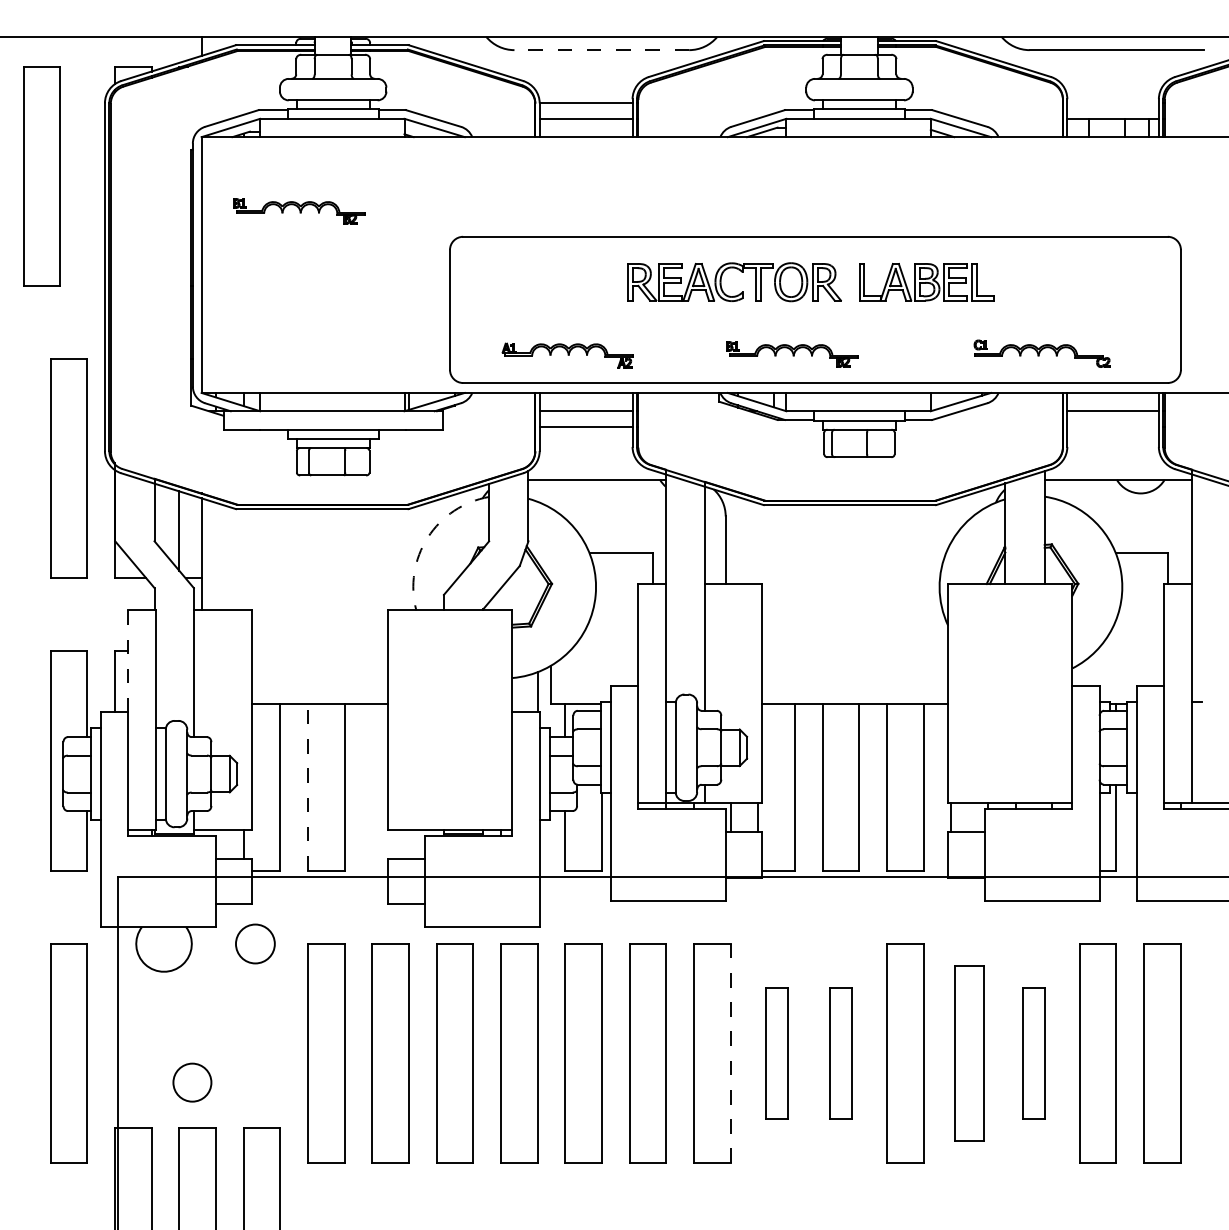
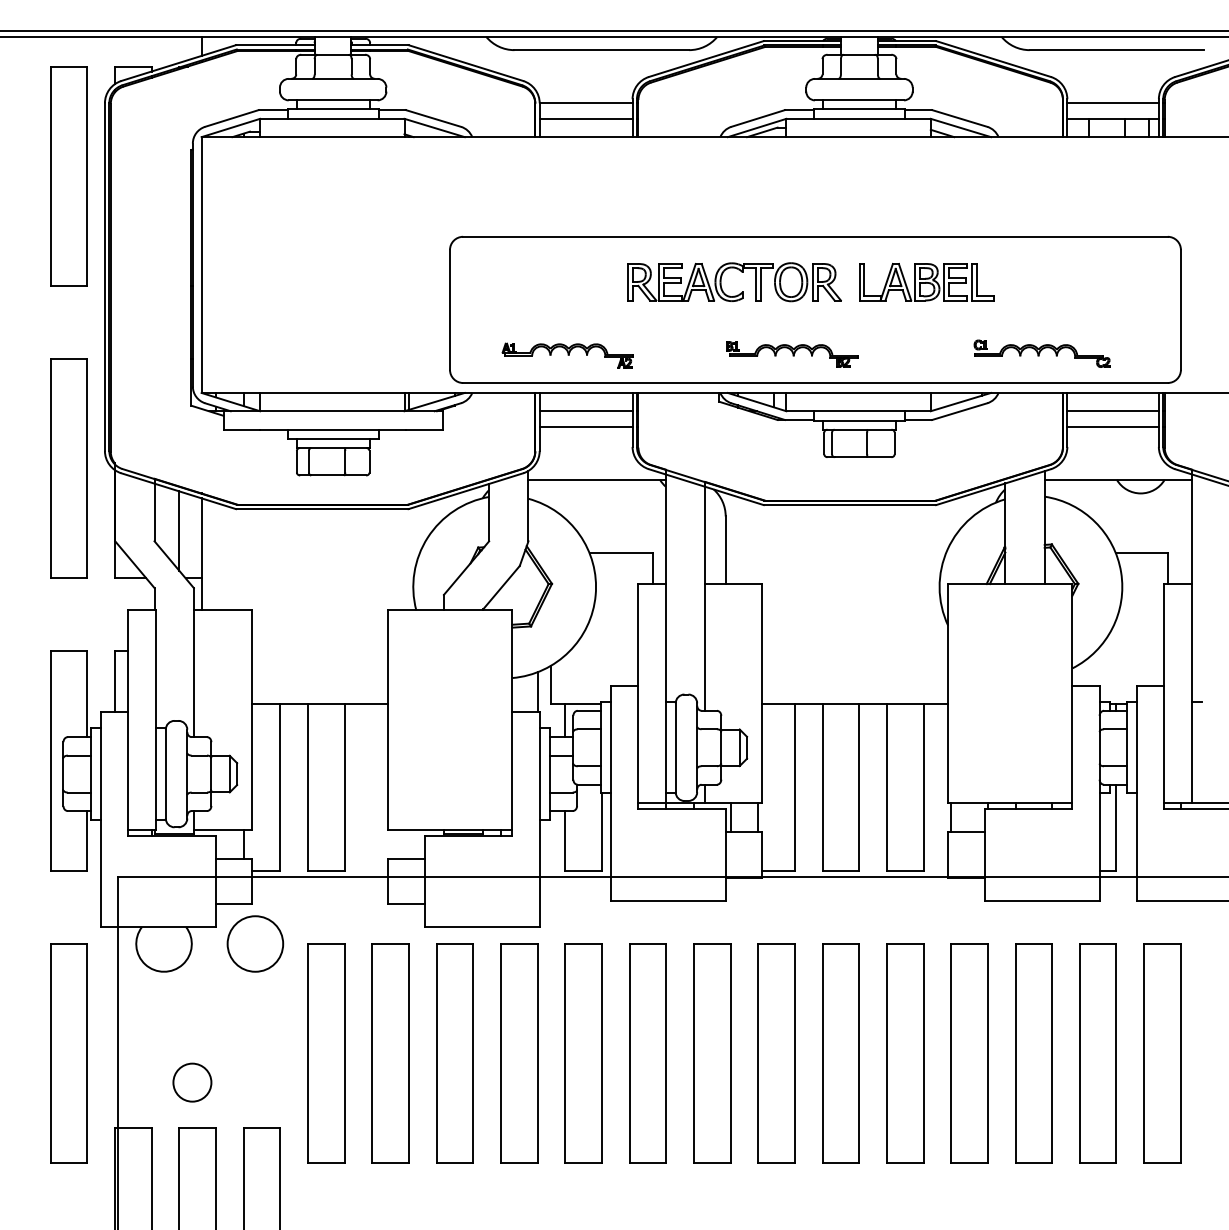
line at (613, 30): none -> present
line at (601, 50): dashed -> solid
line at (1112, 102): none -> present
part at (41, 176) position: (41, 176) -> (68, 176)
part at (299, 211): present -> none
line at (1112, 427): none -> present
arc at (427, 537): dashed -> solid
line at (128, 661): dashed -> solid
line at (308, 787): dashed -> solid
circle at (254, 943) diameter: 39 px -> 56 px
line at (730, 1053): dashed -> solid
part at (776, 1053) size: 24x133 px -> 39x221 px
part at (840, 1053) size: 24x133 px -> 38x221 px
part at (969, 1053) size: 31x177 px -> 39x221 px
part at (1033, 1053) size: 24x133 px -> 38x221 px
